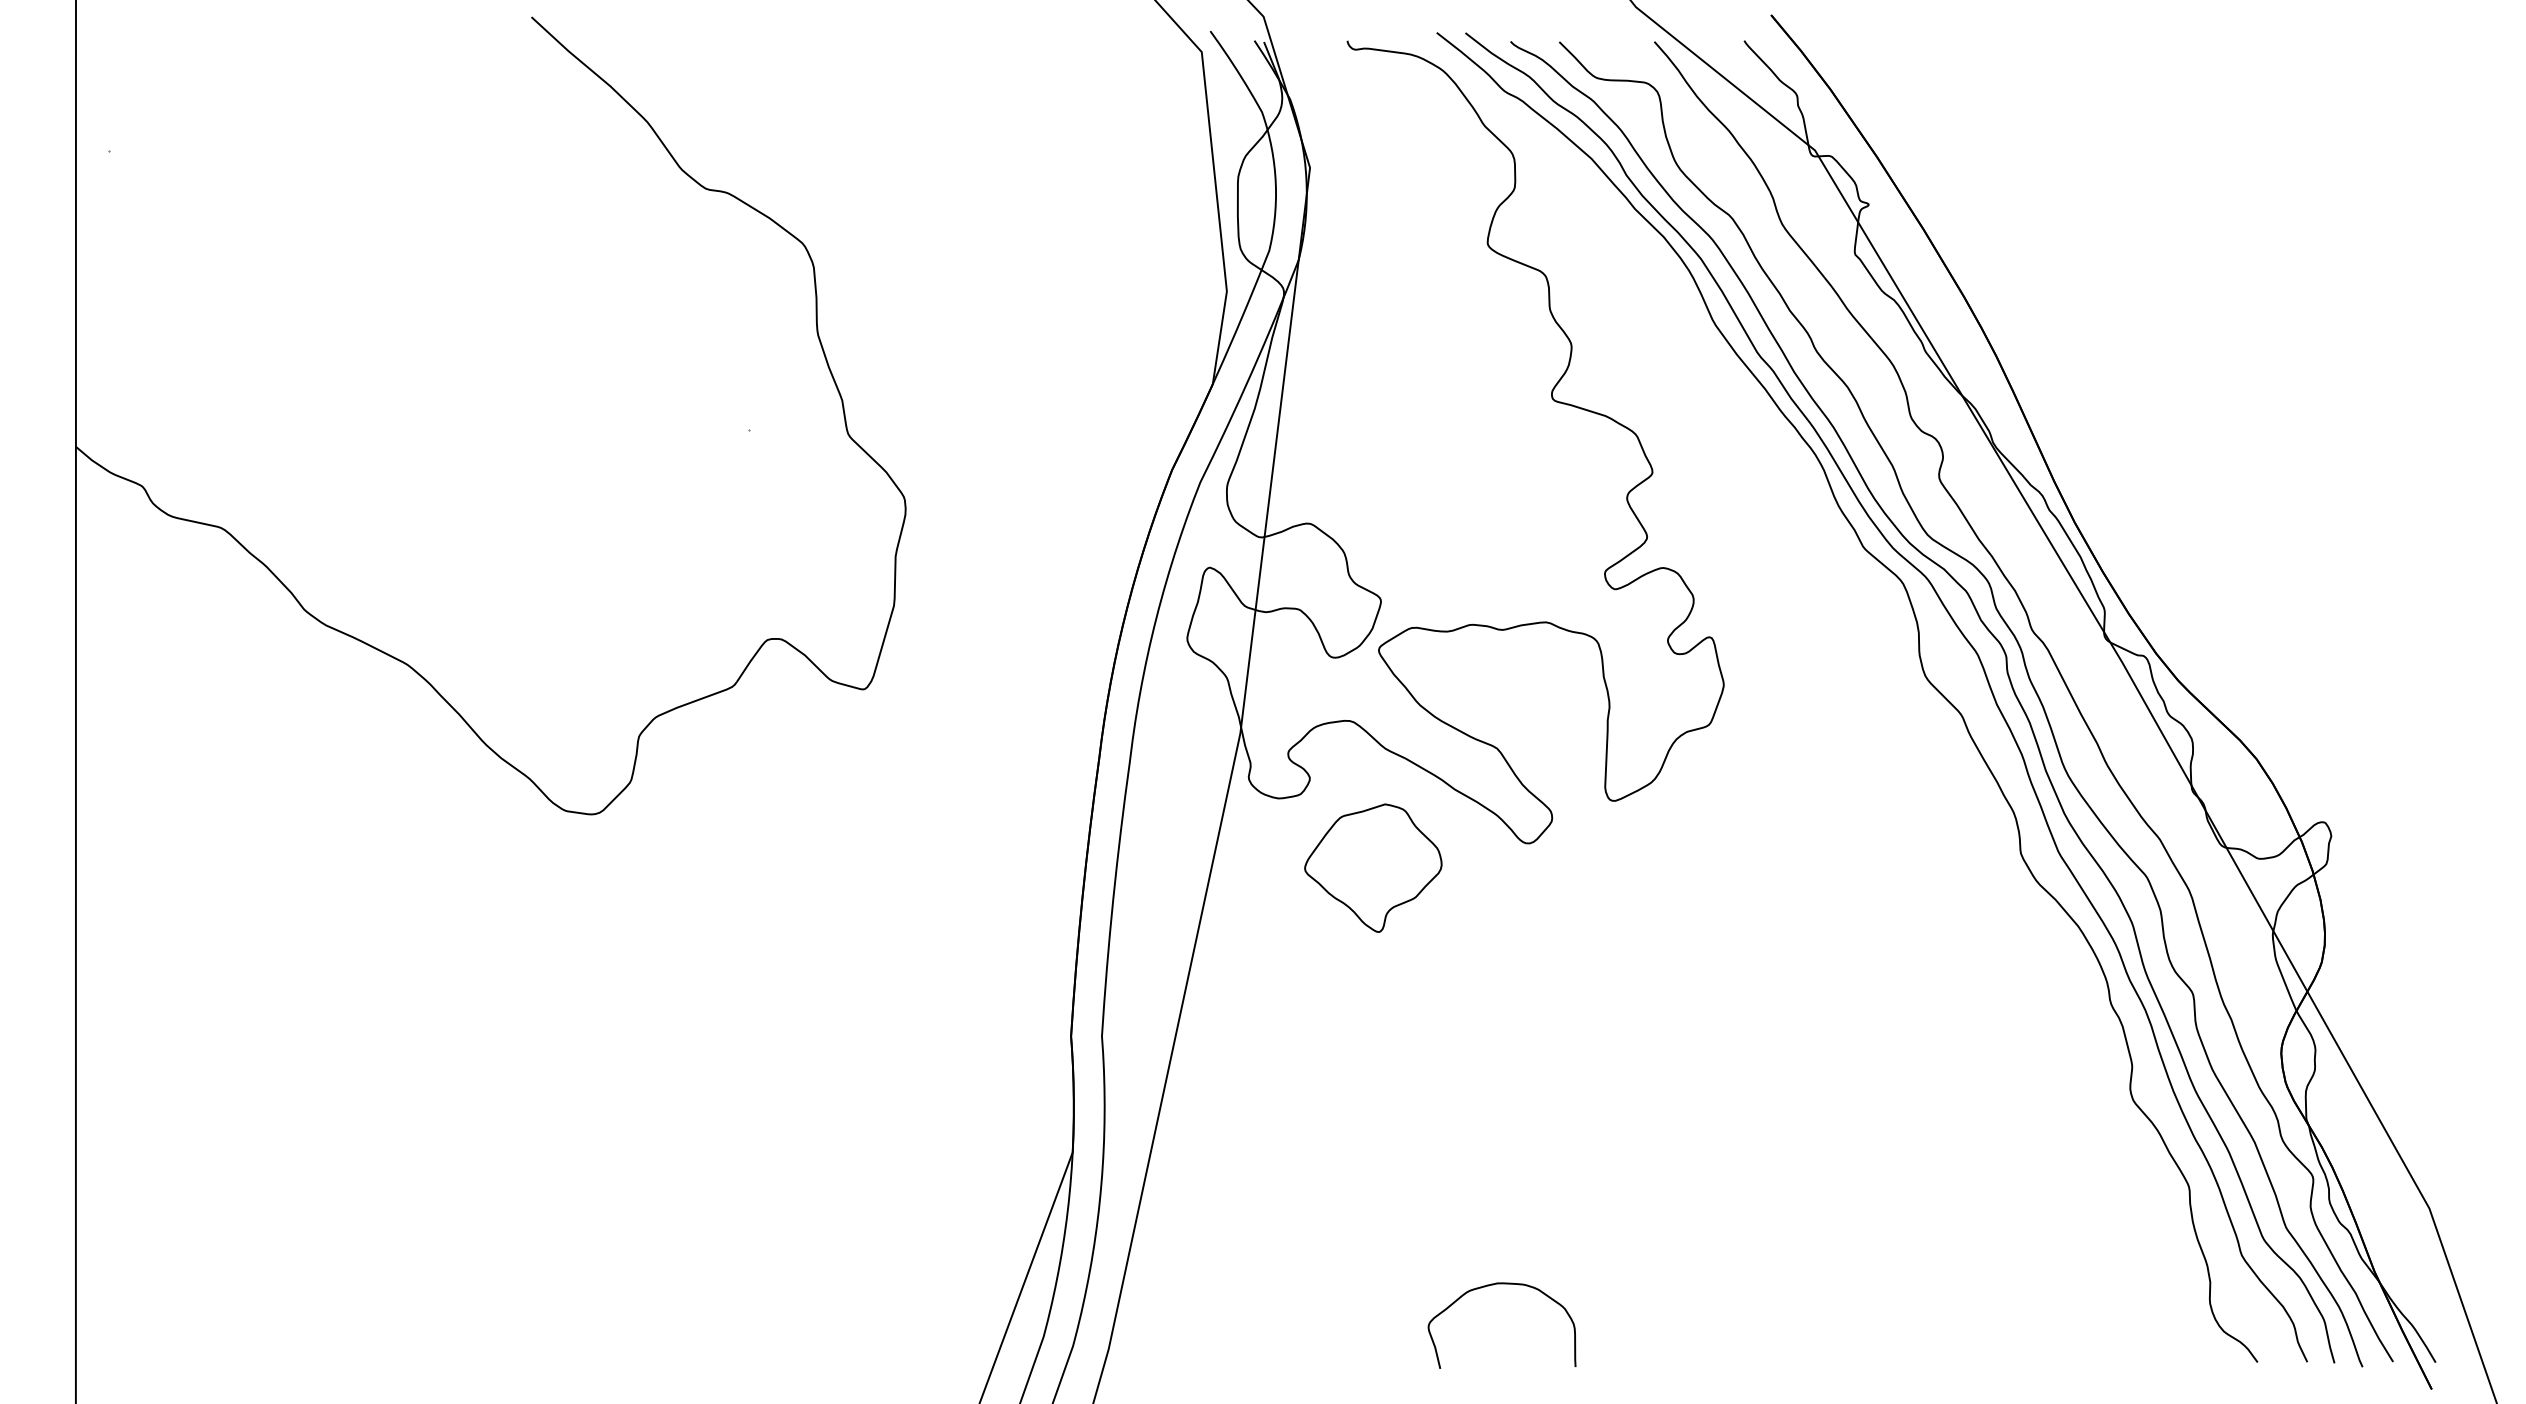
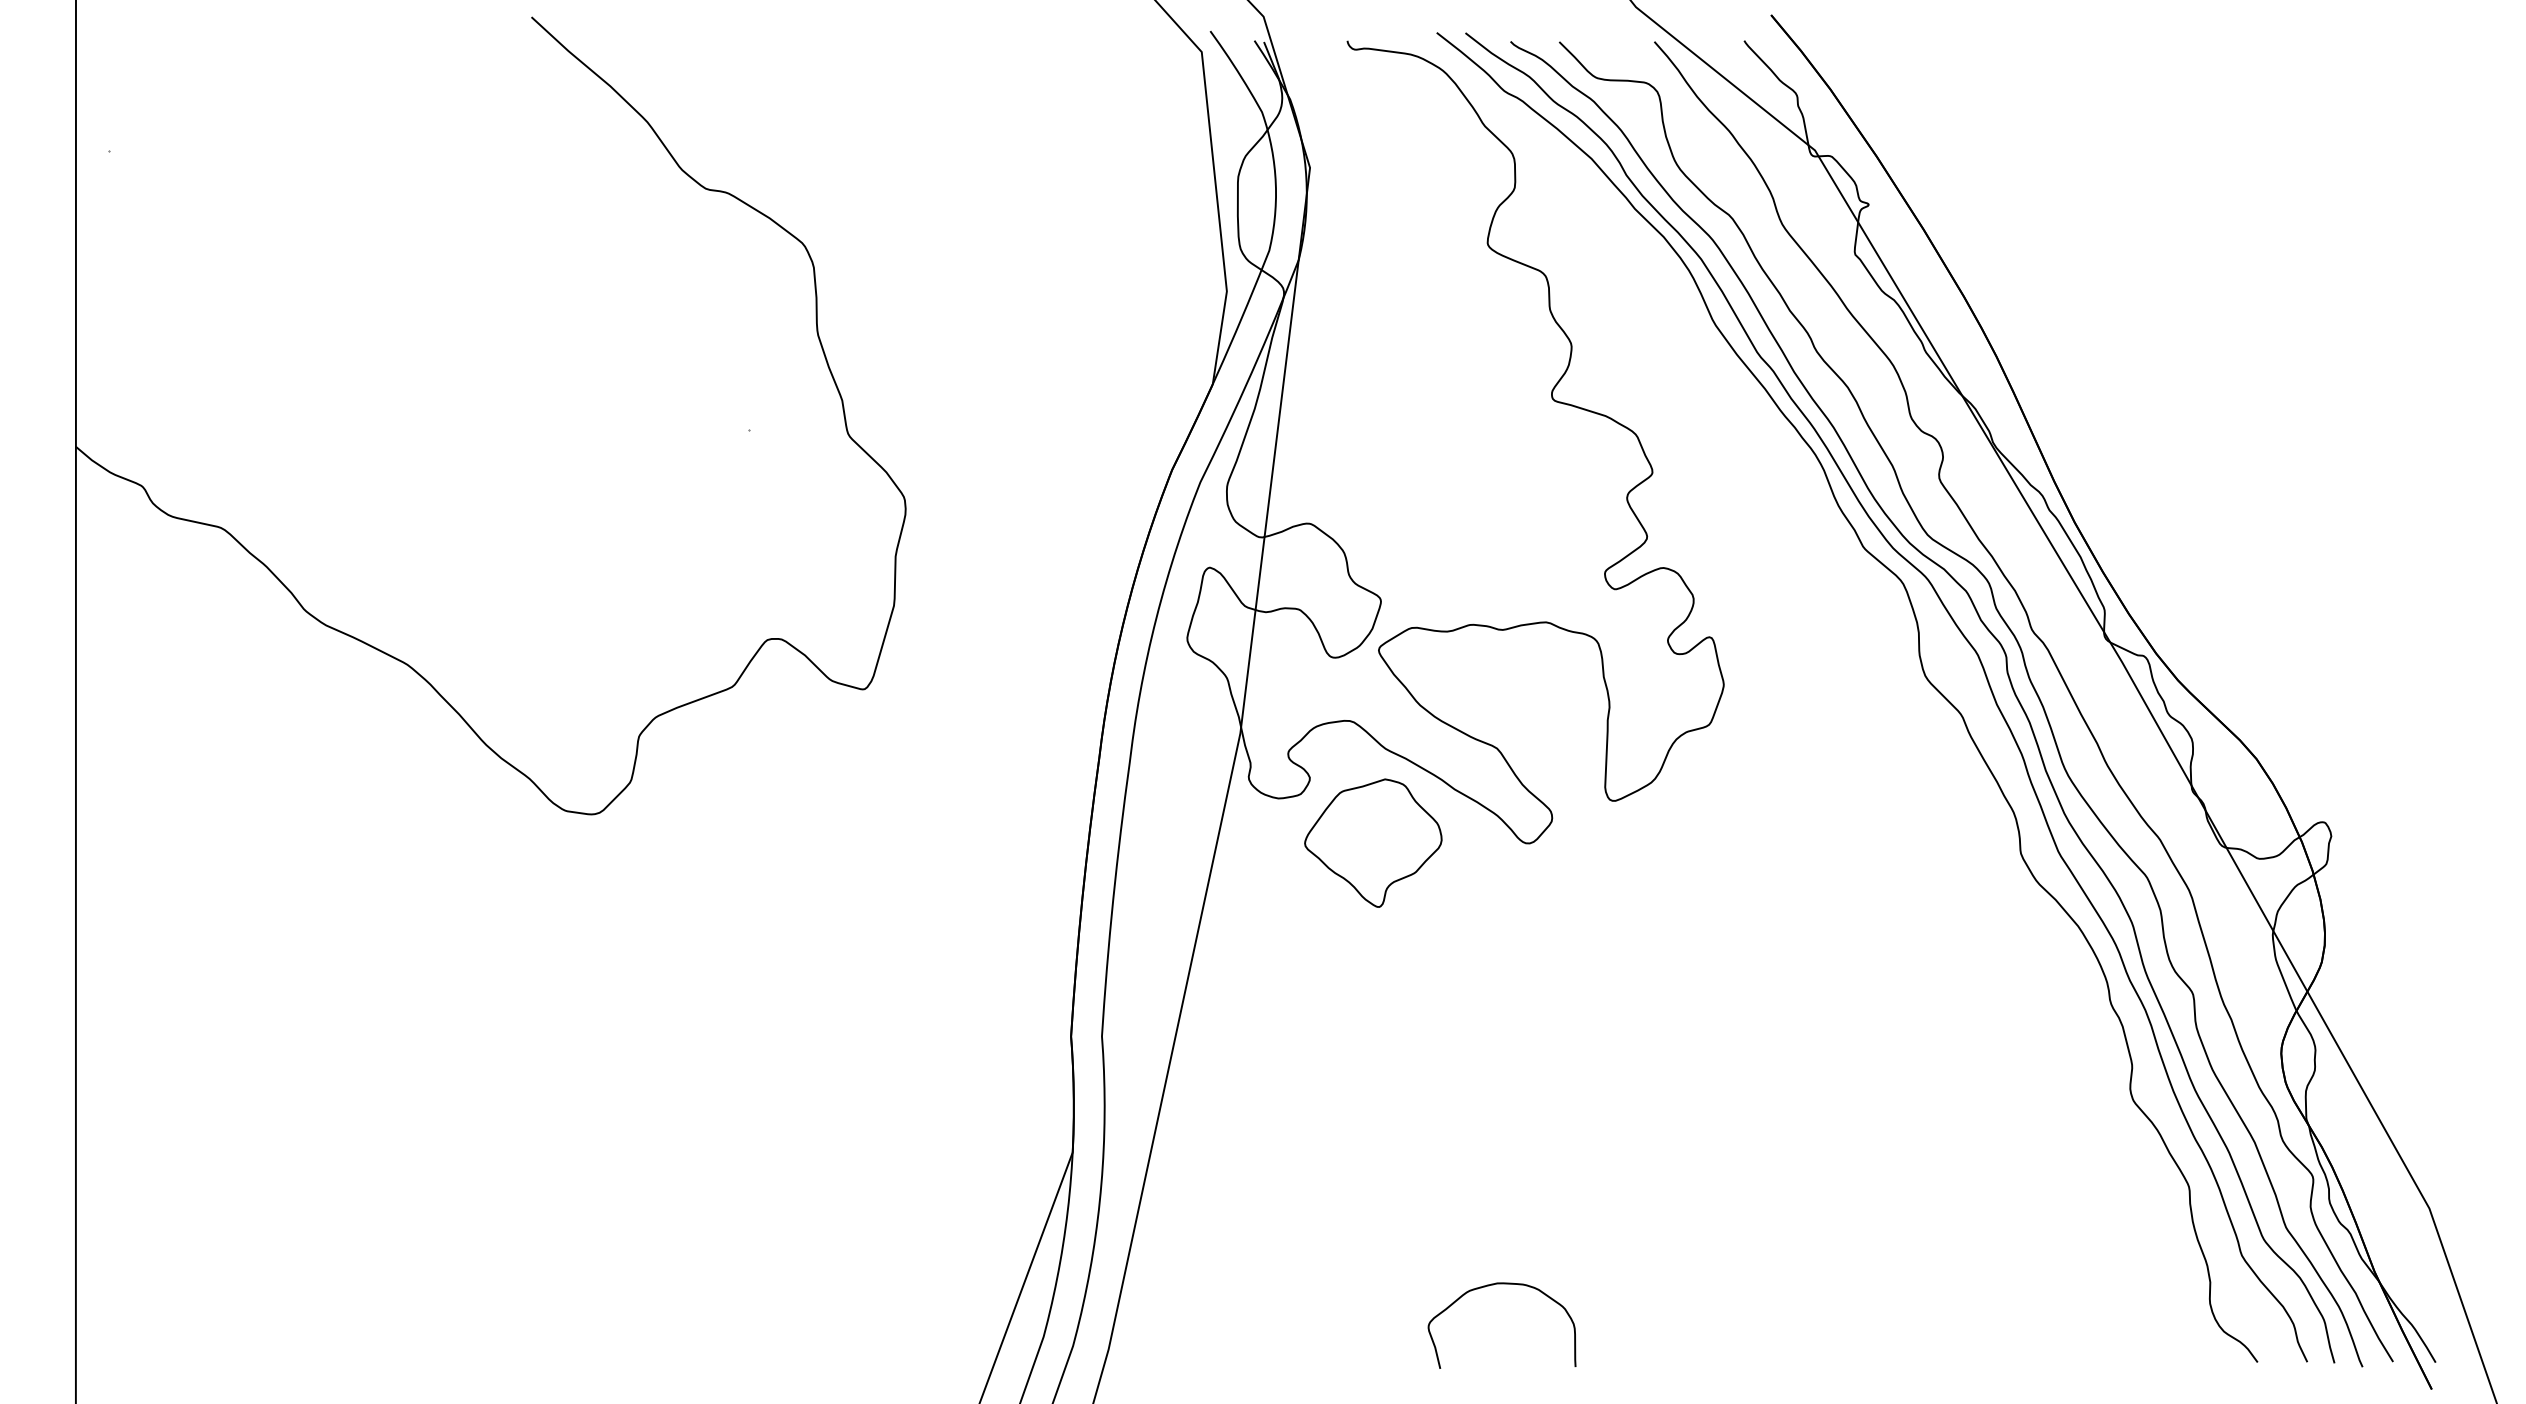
part at (1373, 867) position: (1373, 867) -> (1373, 842)
